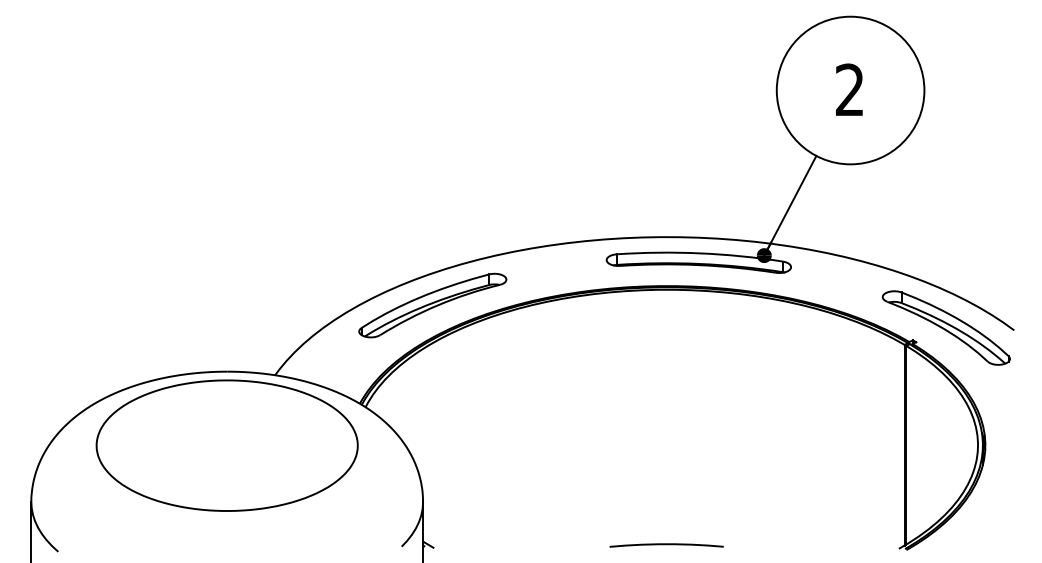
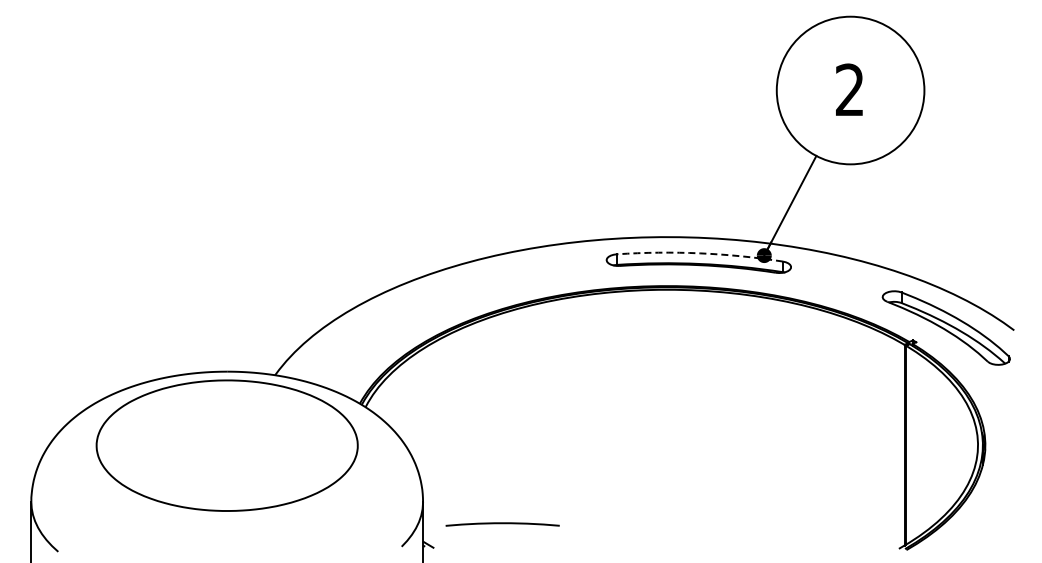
arc at (700, 253): solid -> dashed
part at (432, 305): present -> none
curve at (666, 545) position: (666, 545) -> (502, 524)
